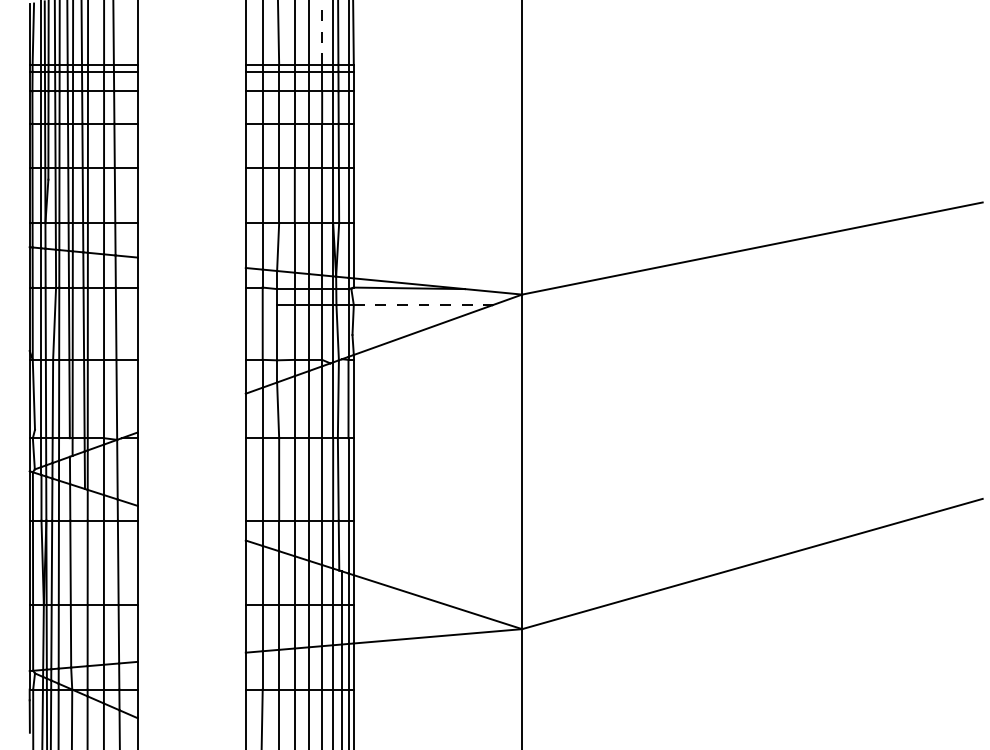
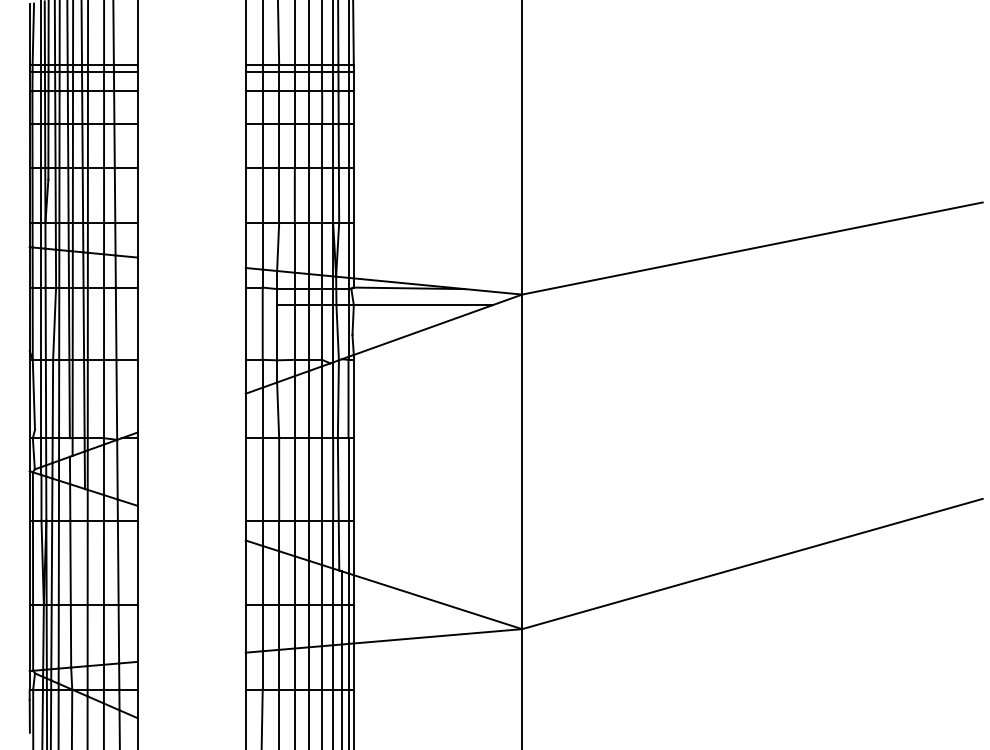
line at (322, 33): dashed -> solid
line at (423, 305): dashed -> solid
